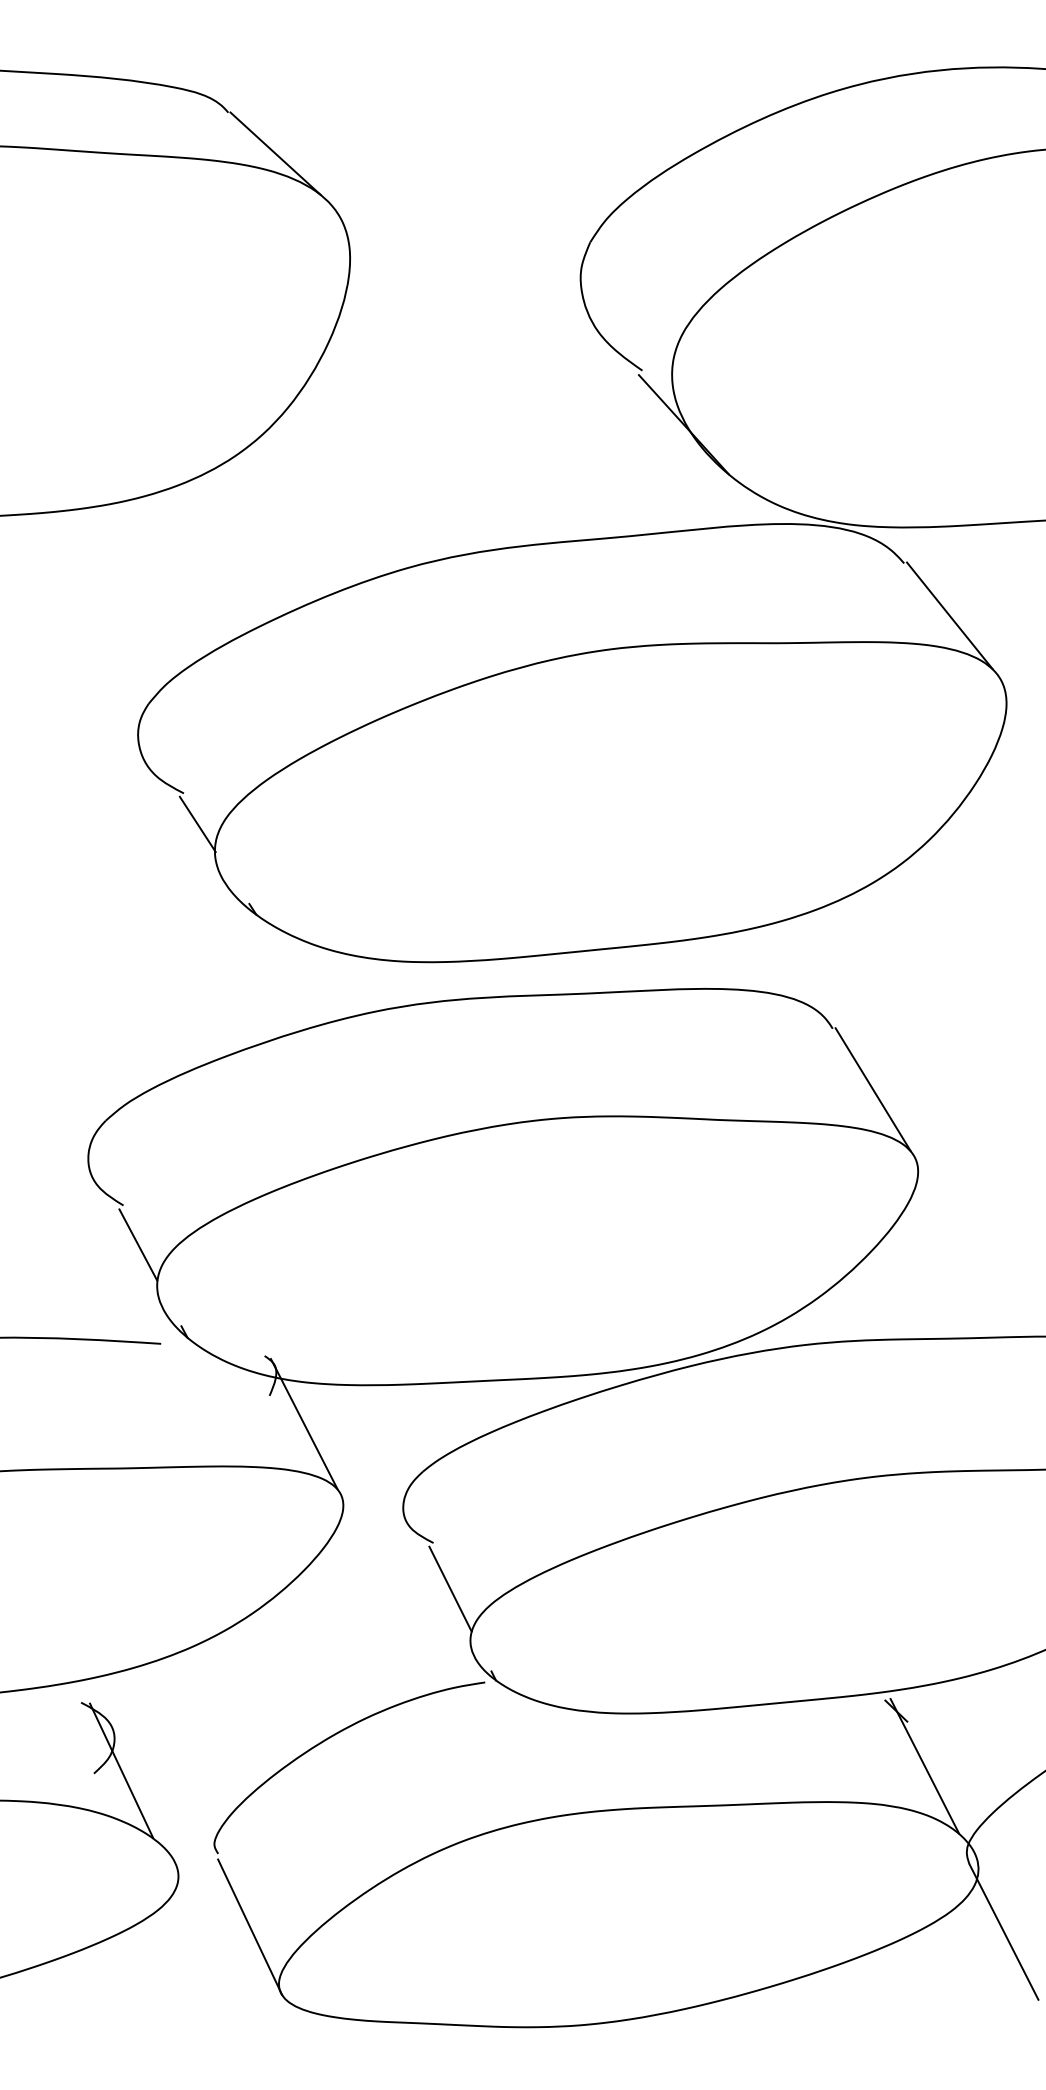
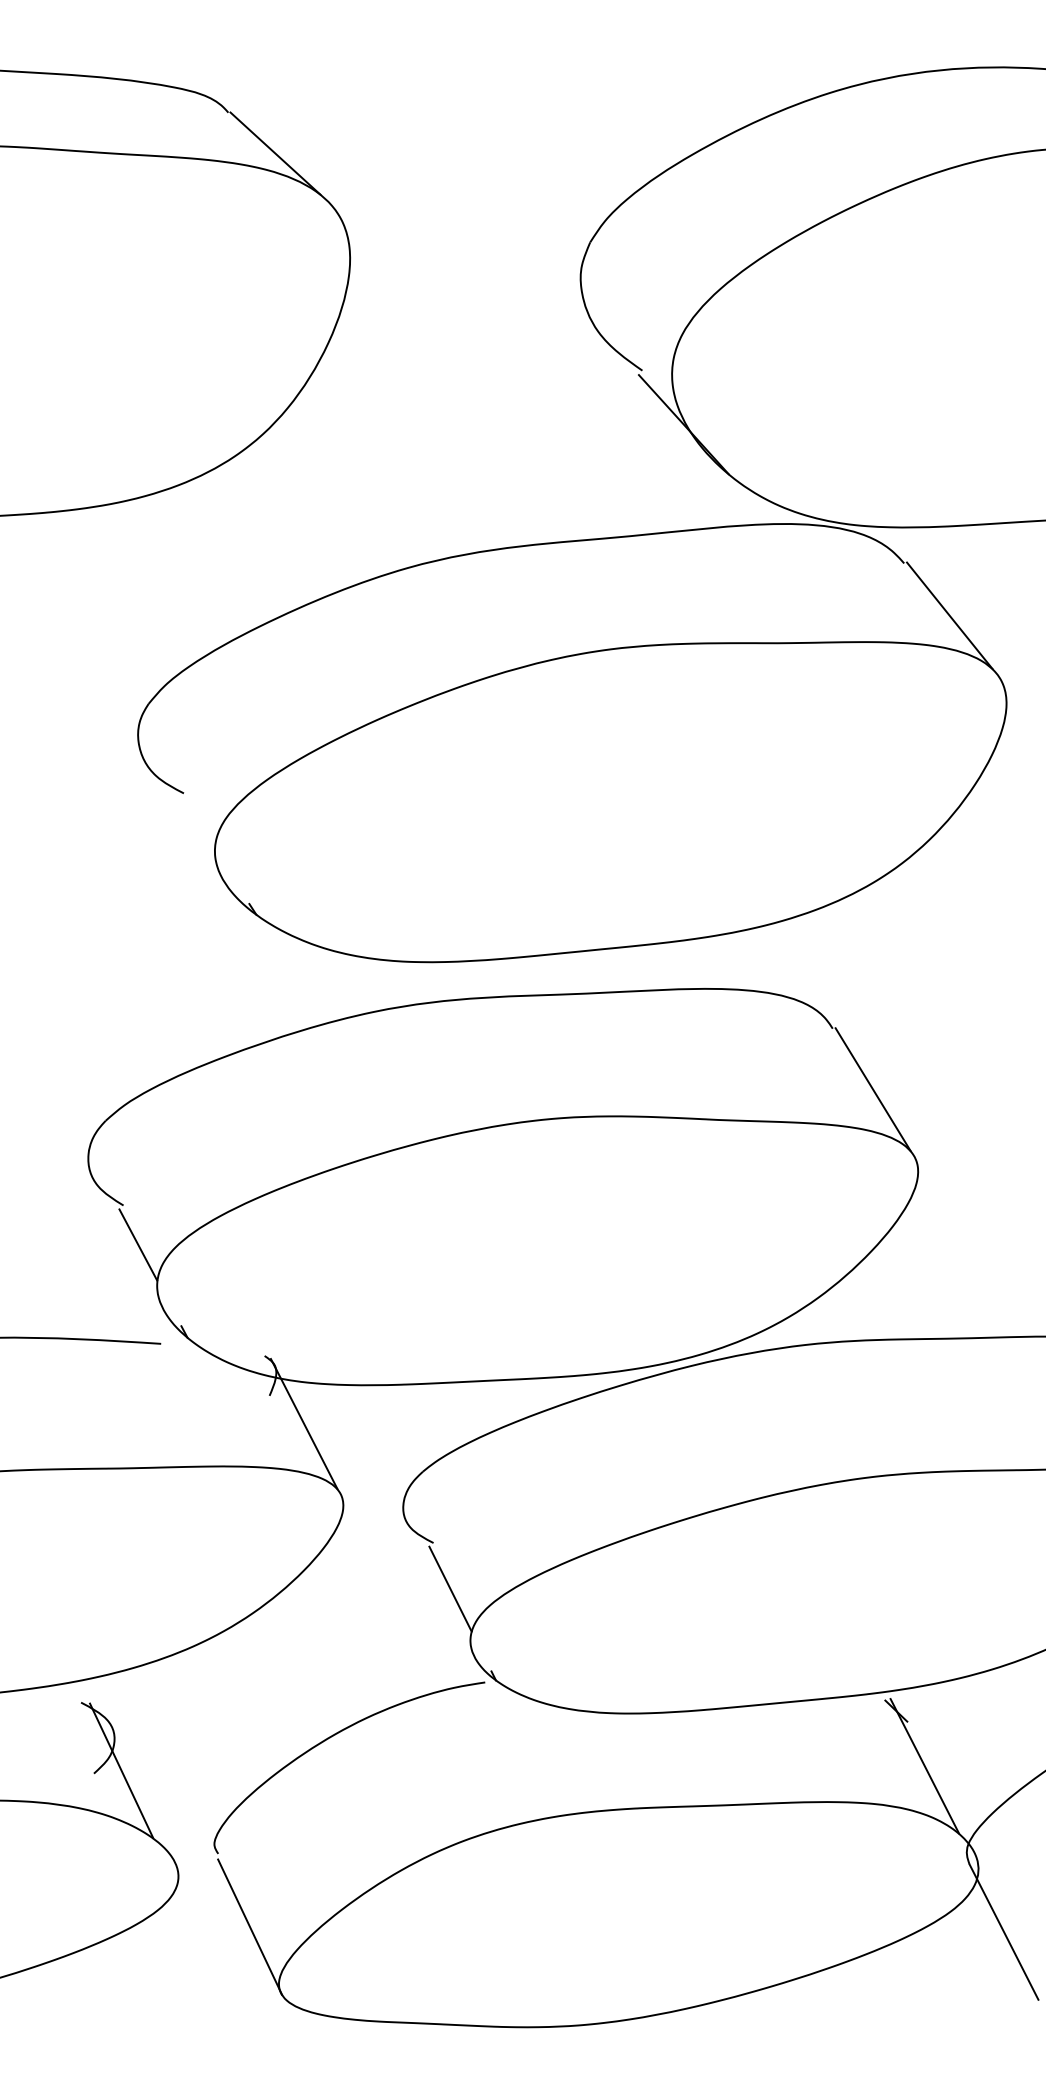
line at (197, 824): present -> none
